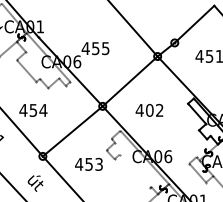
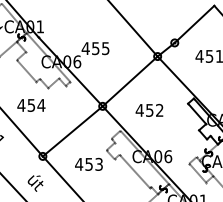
text at (33, 110) position: (33, 110) -> (31, 105)
text at (149, 110): 402 -> 452
line at (134, 171): none -> present
